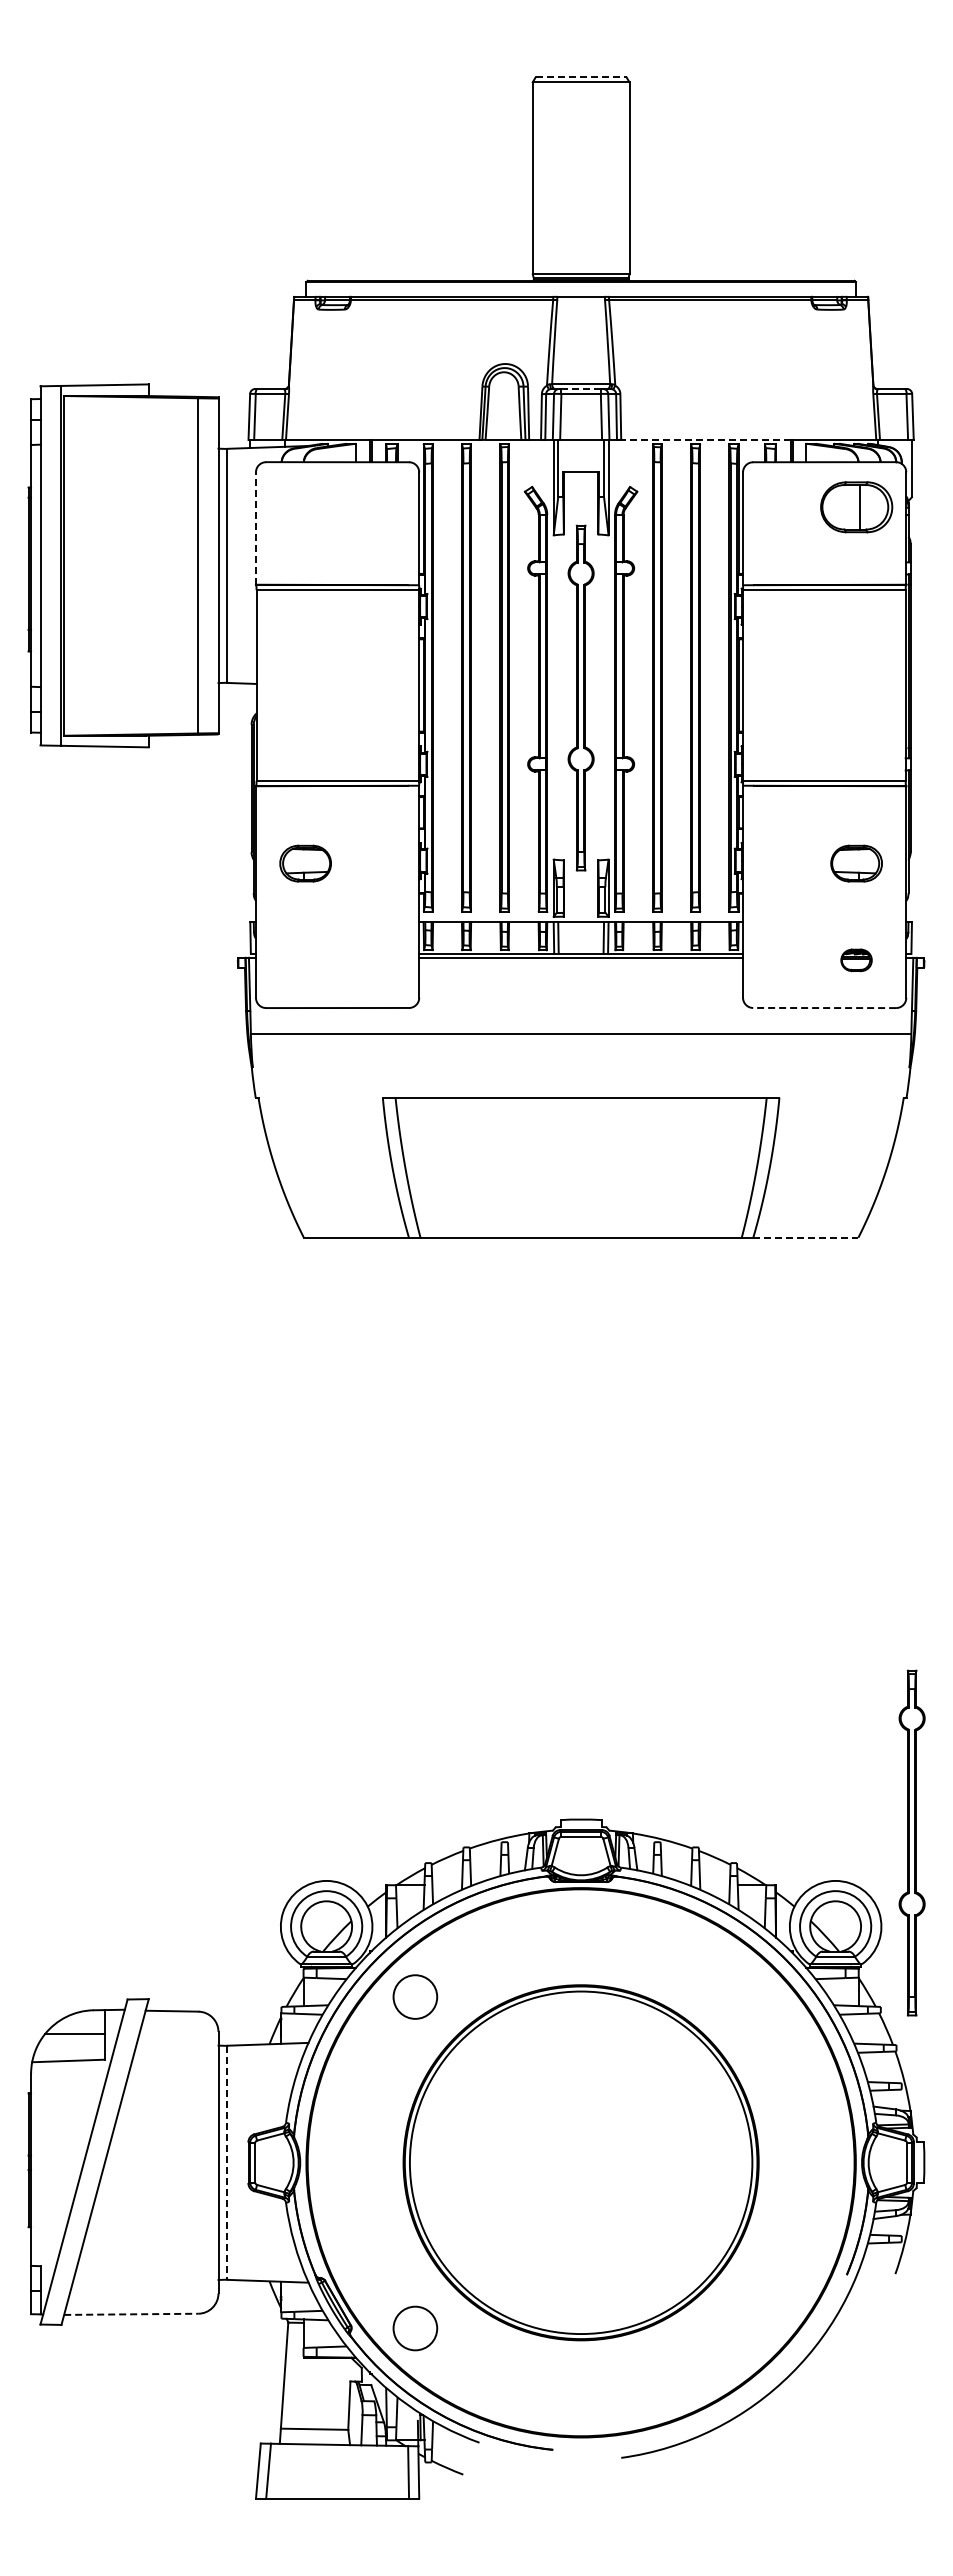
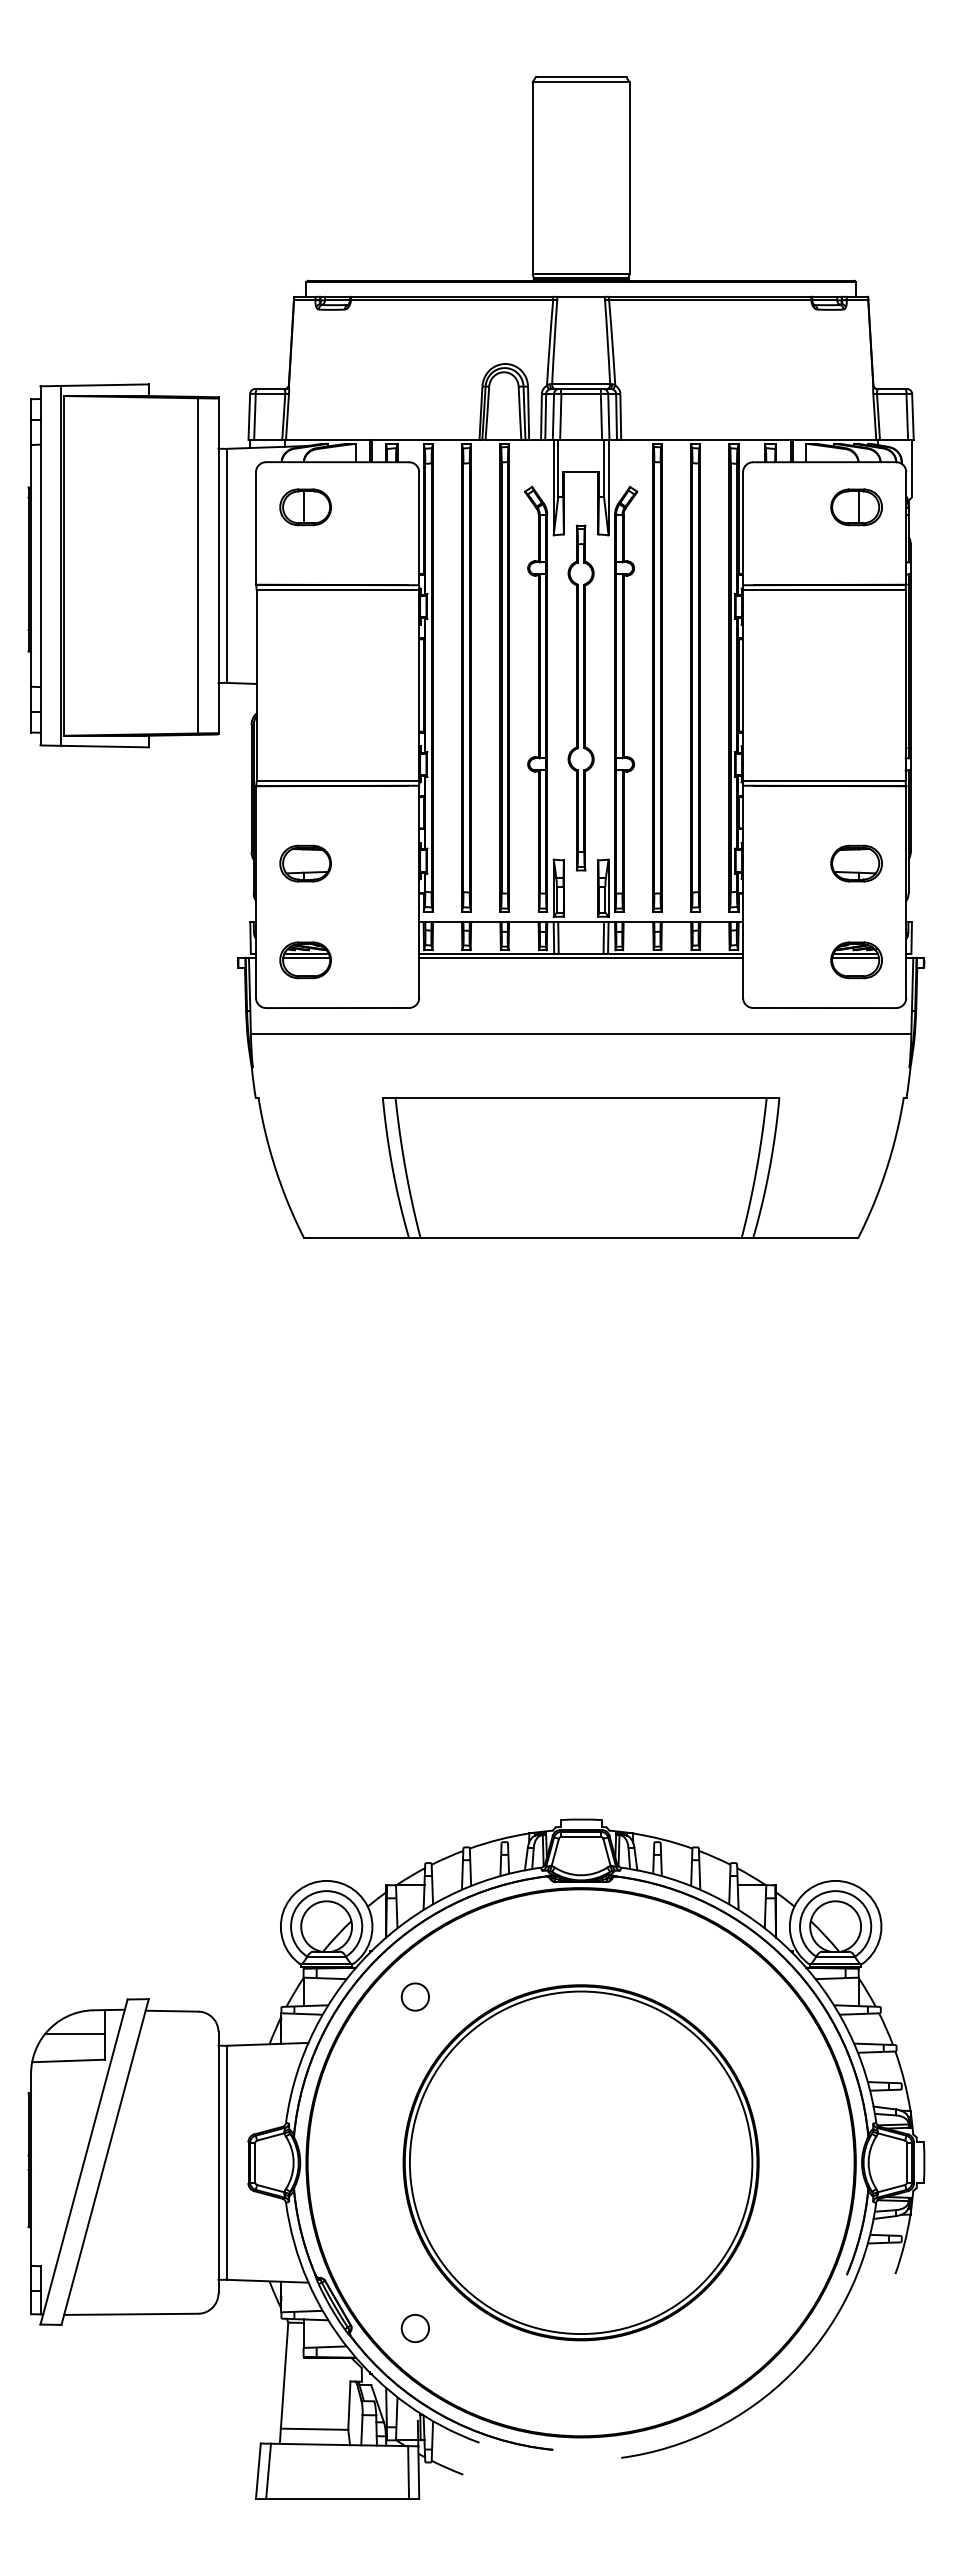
line at (581, 77): dashed -> solid
line at (581, 389): dashed -> solid
line at (705, 439): dashed -> solid
part at (305, 507): none -> present
part at (856, 507) size: 74x53 px -> 53x39 px
line at (255, 528): dashed -> solid
part at (305, 960): none -> present
part at (856, 960) size: 33x25 px -> 53x39 px
line at (824, 1008): dashed -> solid
line at (805, 1237): dashed -> solid
part at (911, 1842): present -> none
circle at (415, 1996) diameter: 44 px -> 27 px
line at (227, 2163): dashed -> solid
line at (131, 2314): dashed -> solid
circle at (415, 2328) diameter: 44 px -> 27 px
